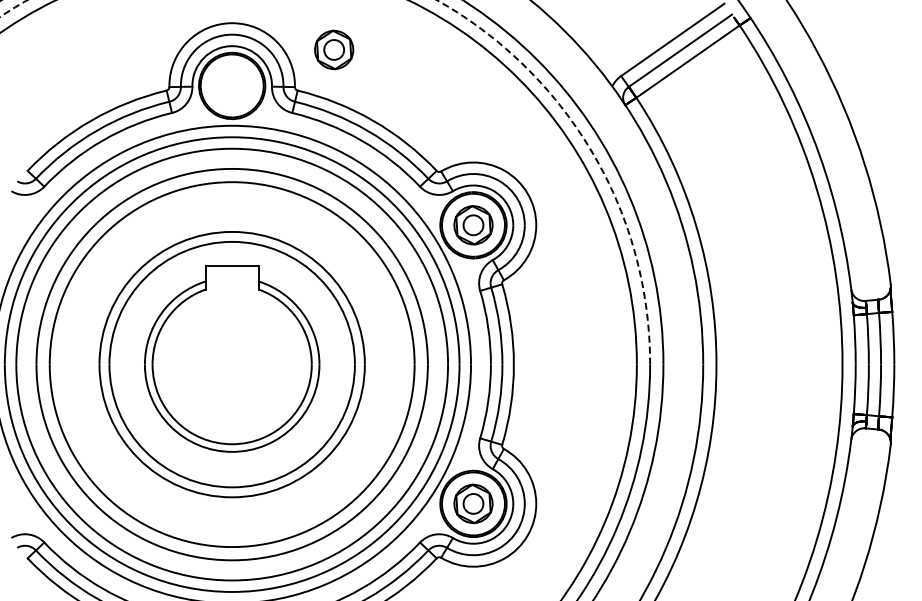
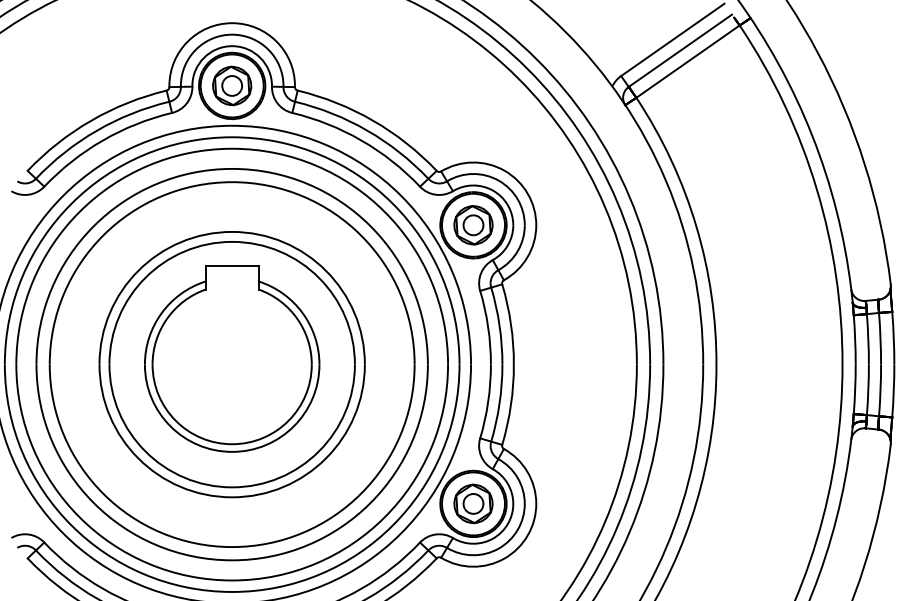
part at (334, 49) position: (334, 49) -> (232, 85)
arc at (583, 138): dashed -> solid
